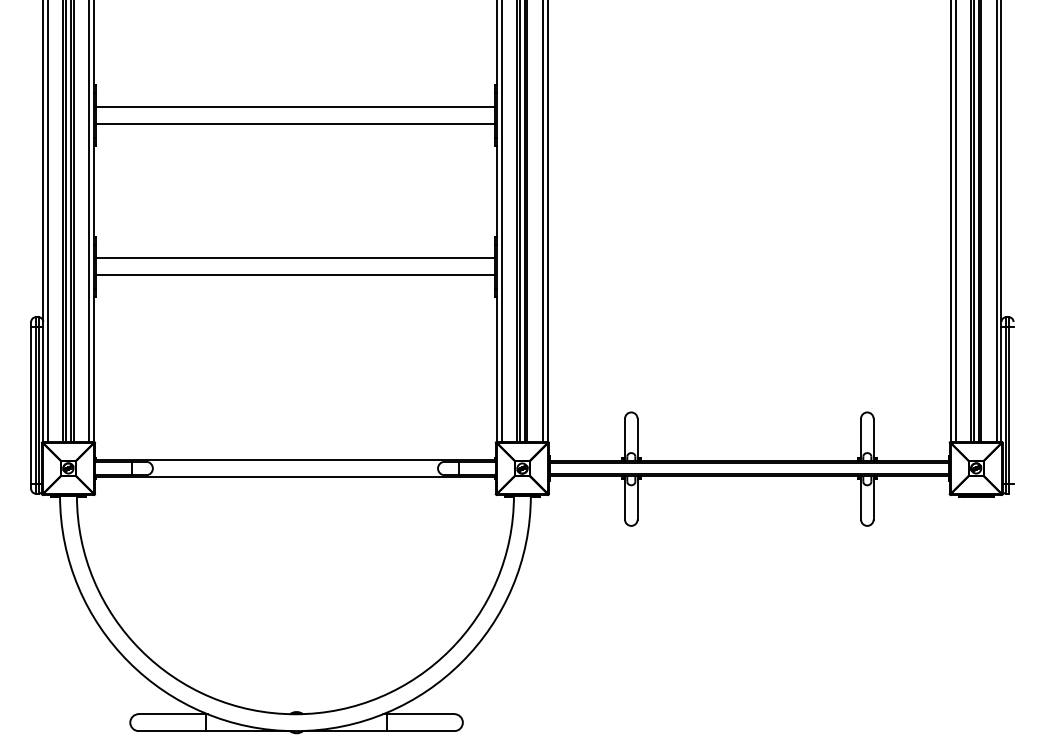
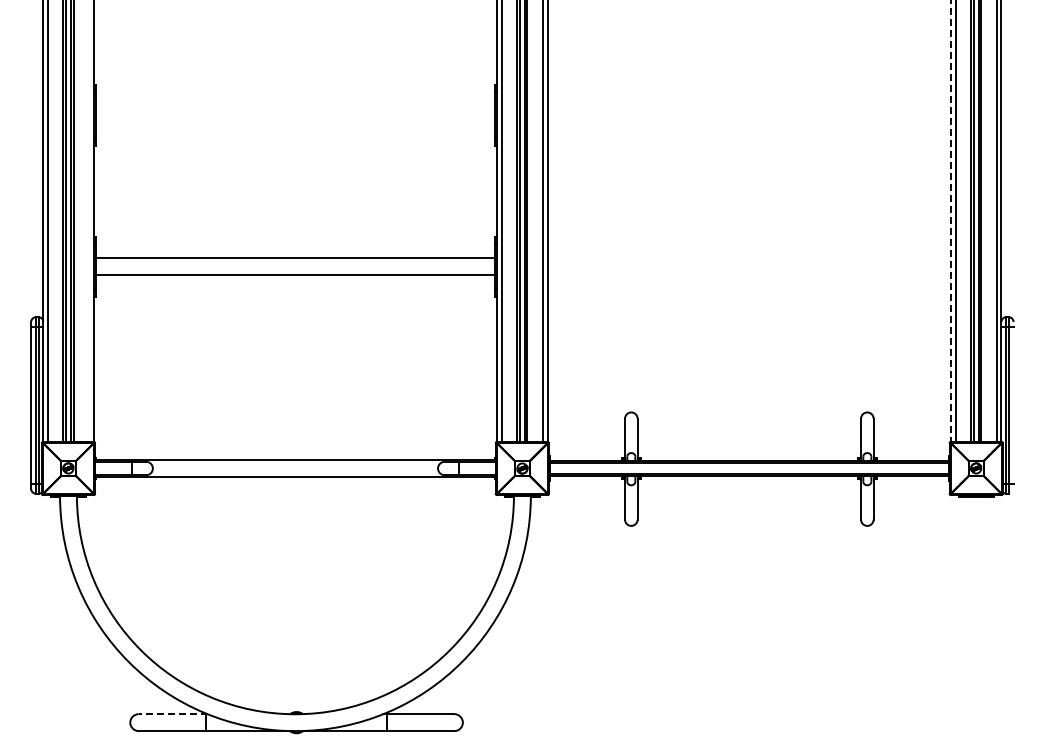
line at (295, 107): present -> none
line at (295, 123): present -> none
line at (89, 221): present -> none
line at (951, 222): solid -> dashed
line at (172, 714): solid -> dashed
